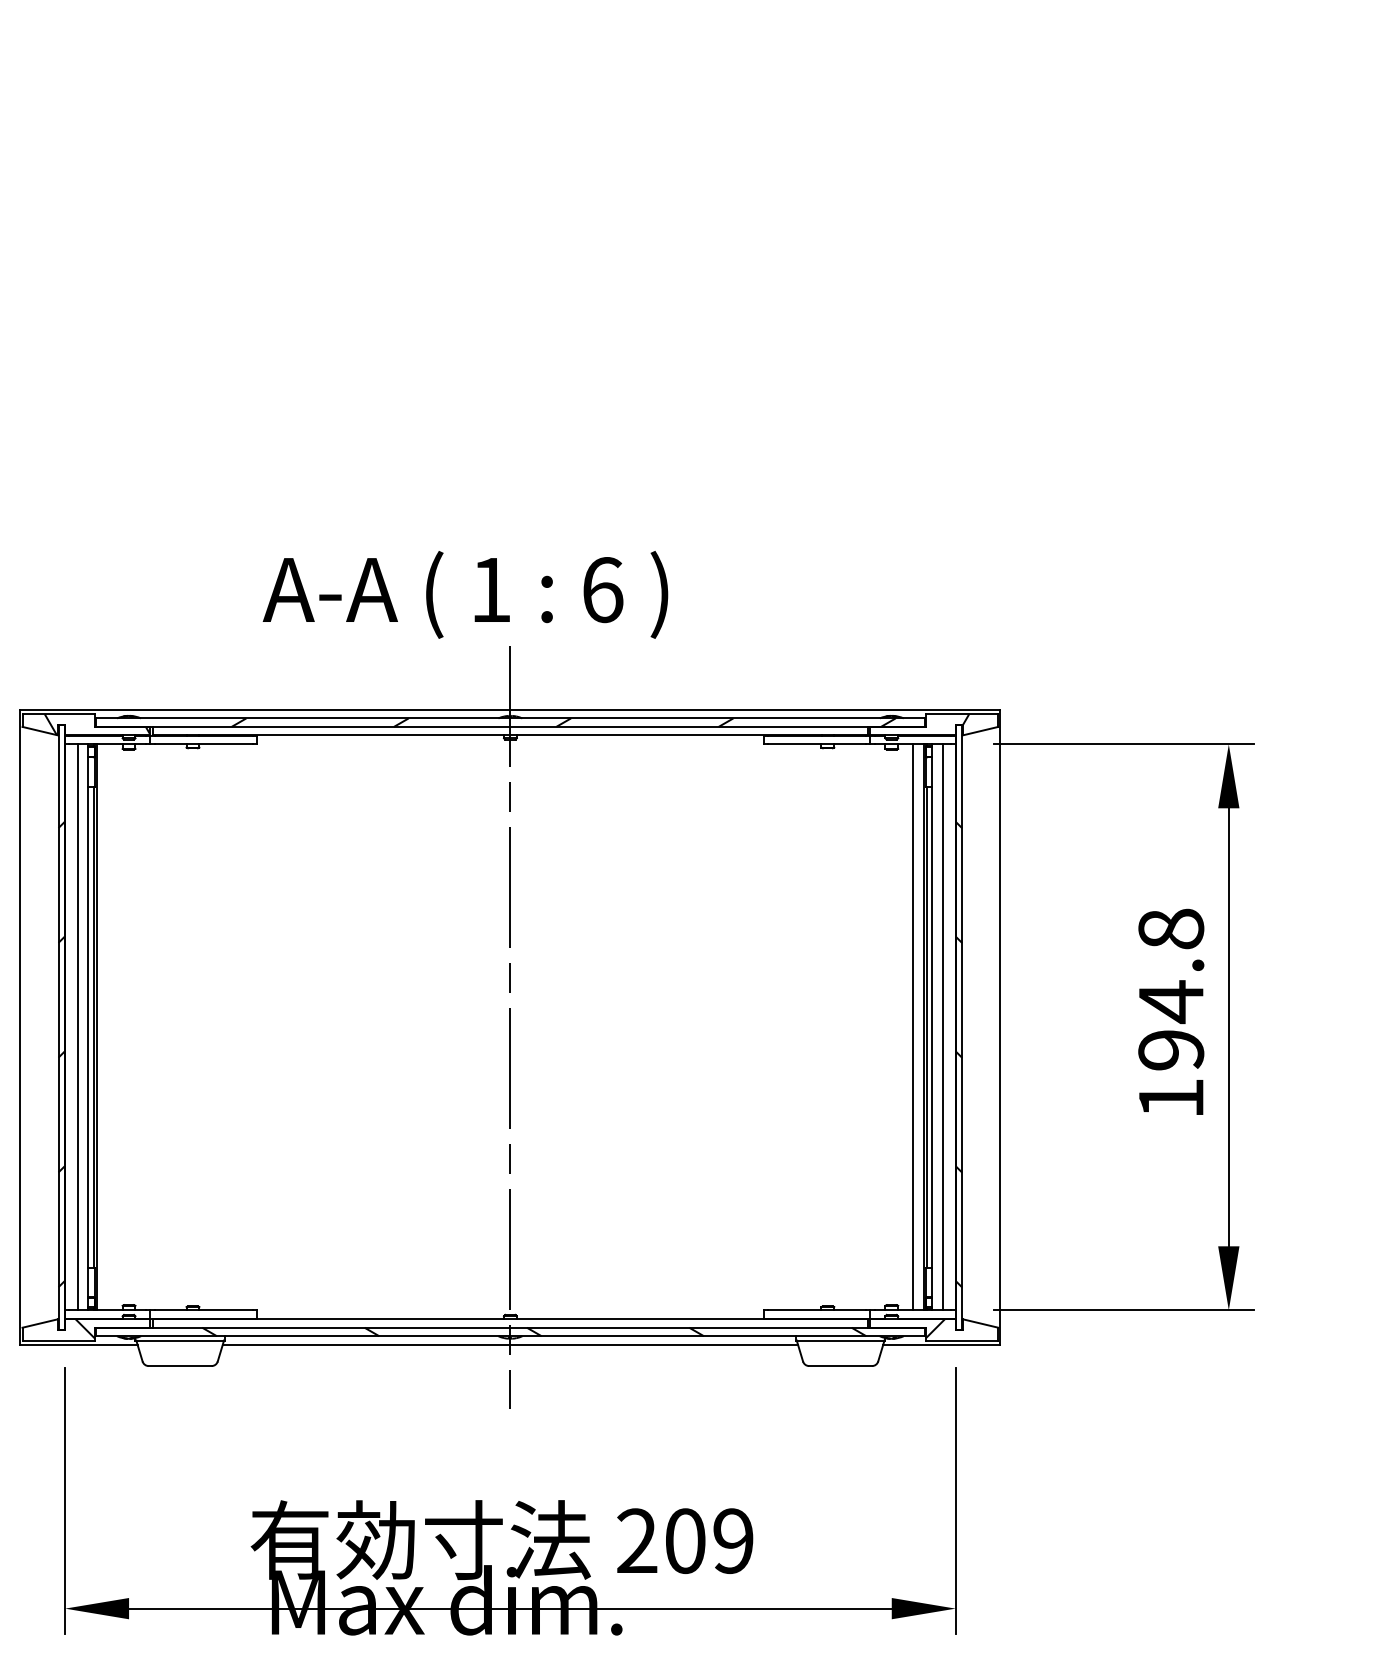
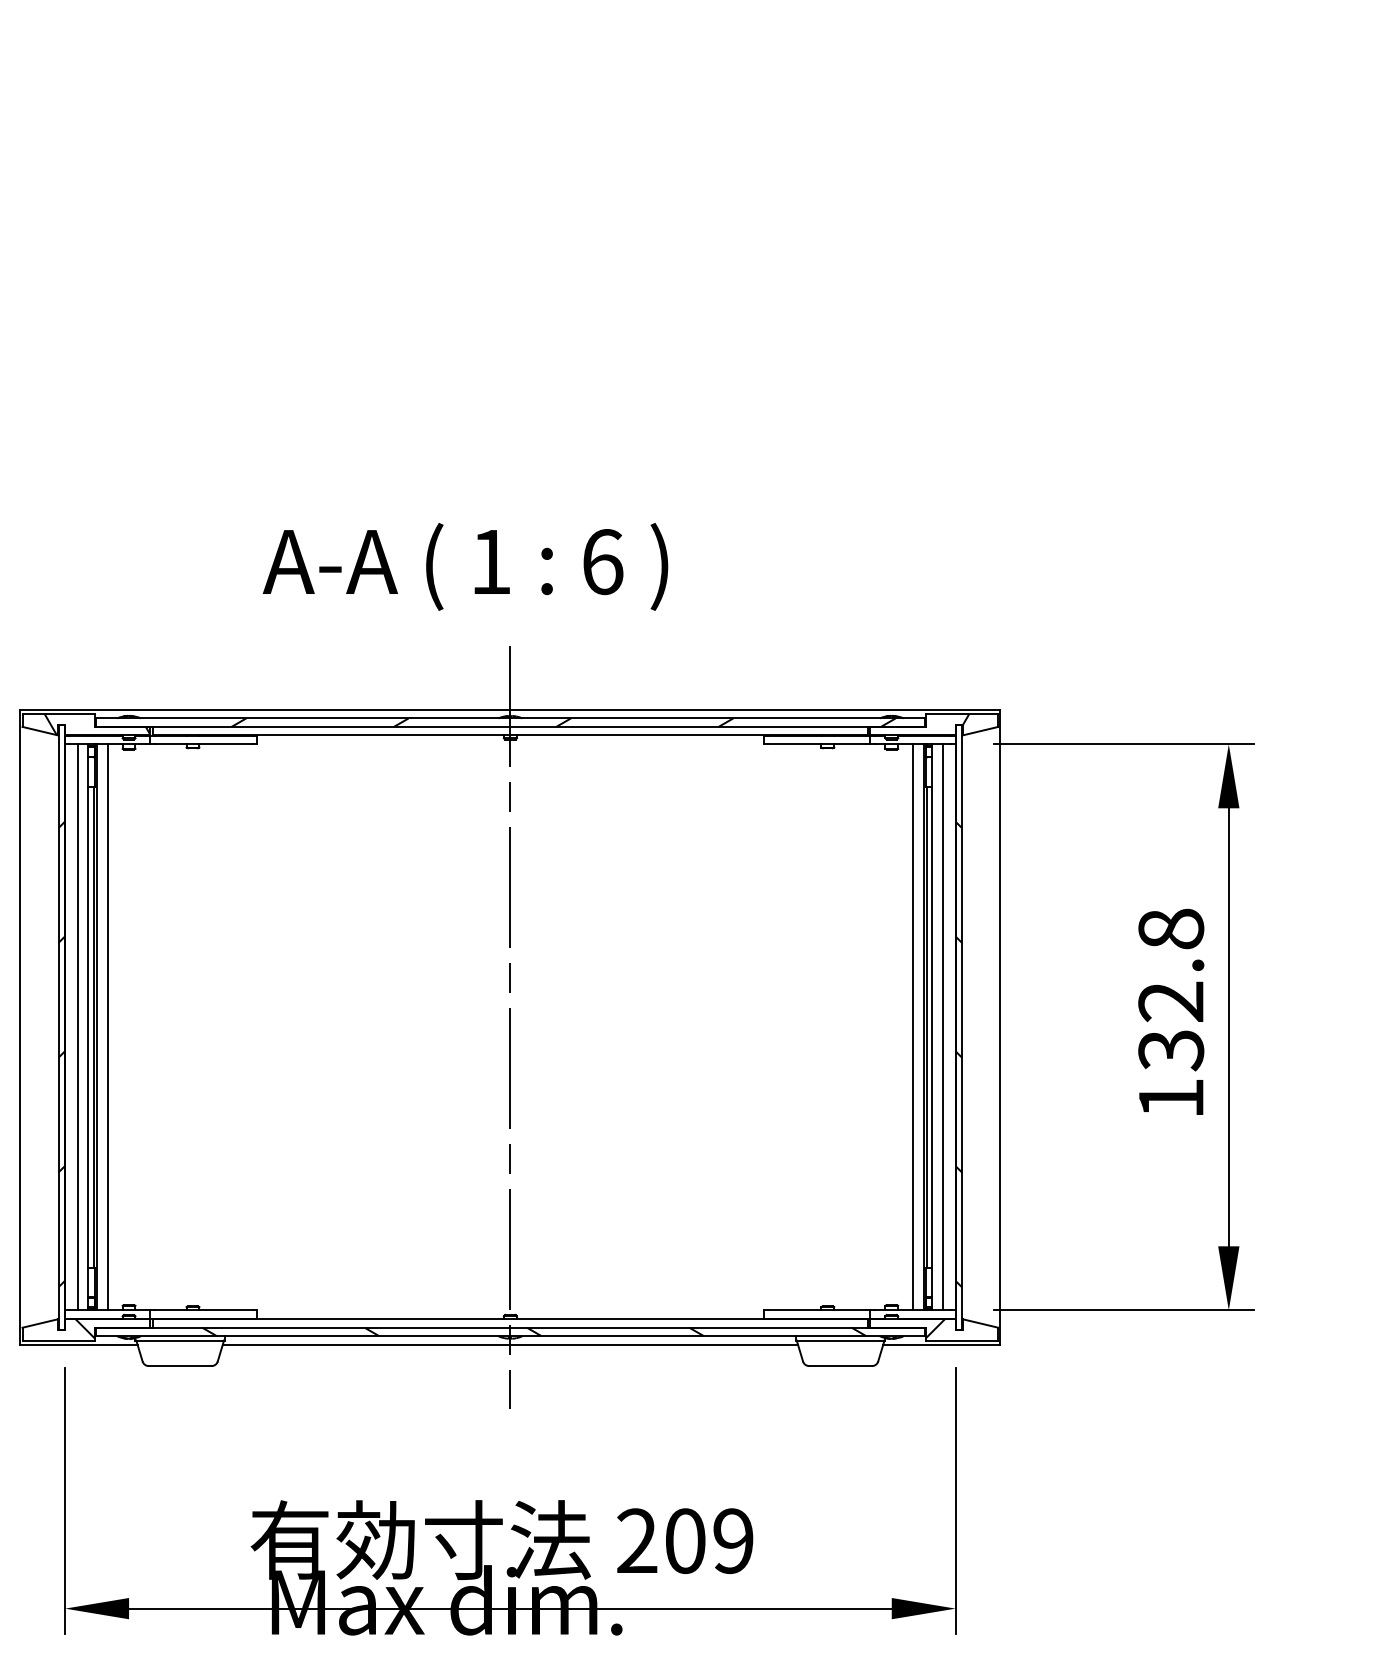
text at (465, 594) position: (465, 594) -> (465, 566)
text at (1171, 1025): 194.8 -> 132.8
line at (107, 1027): none -> present
